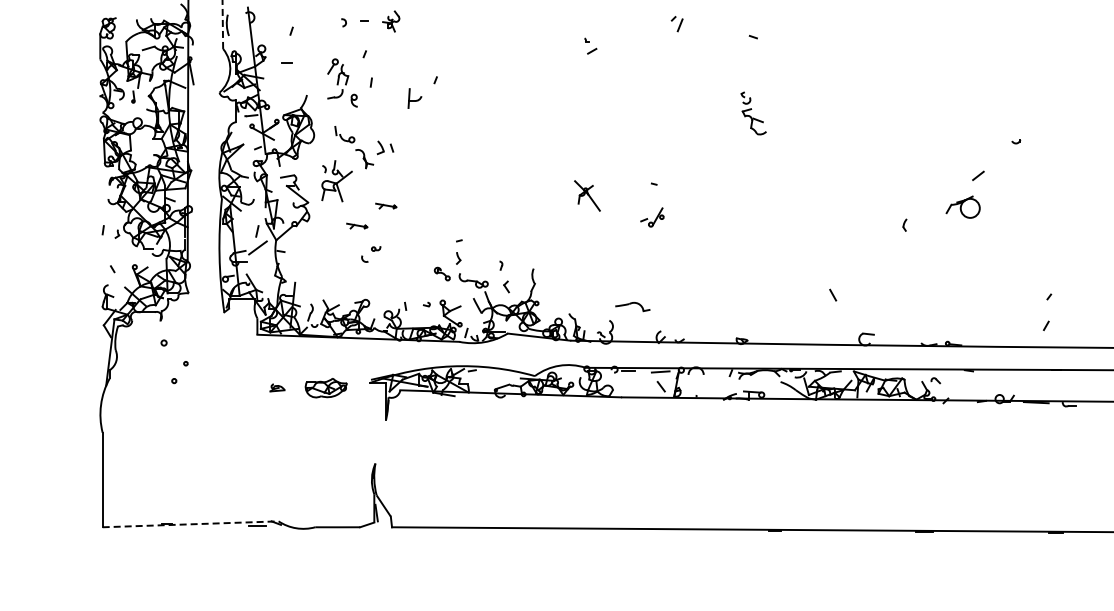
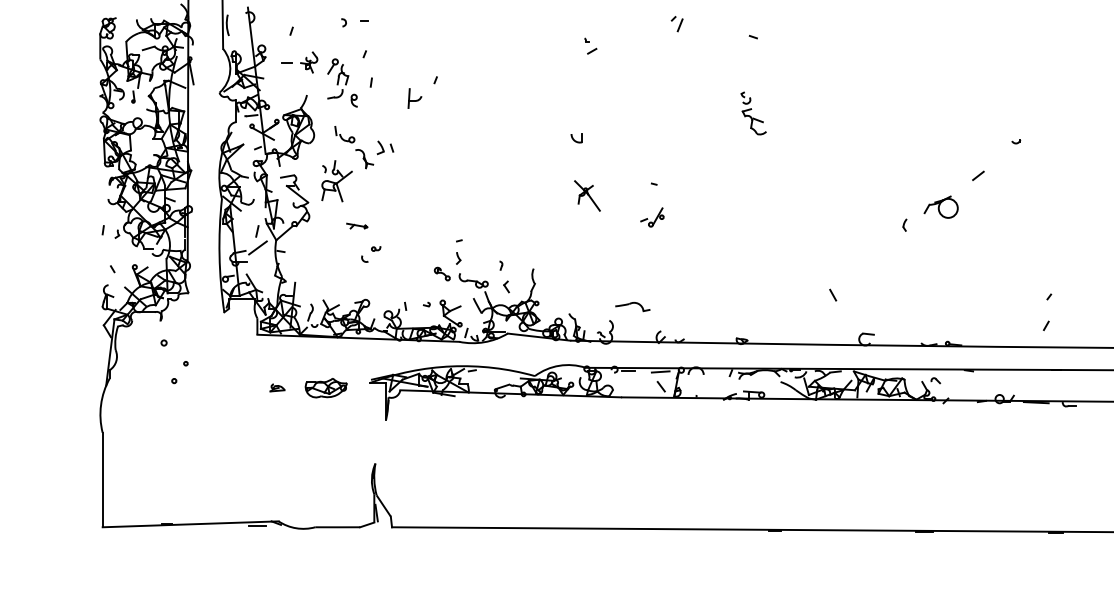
part at (391, 21) position: (391, 21) -> (309, 62)
line at (222, 24): dashed -> solid
part at (576, 138): none -> present
part at (386, 205): present -> none
part at (962, 206) position: (962, 206) -> (940, 206)
line at (191, 524): dashed -> solid
